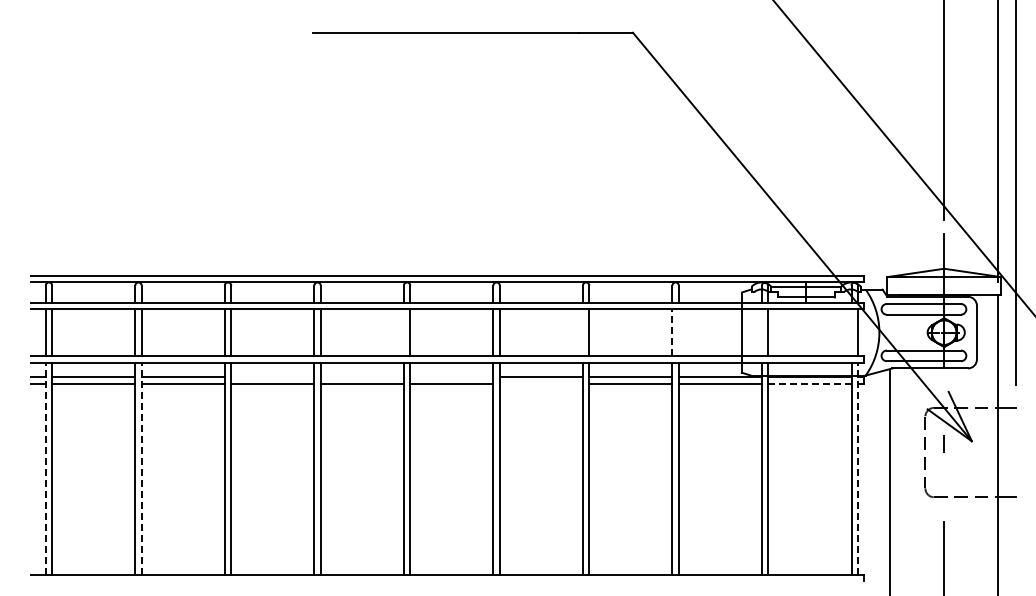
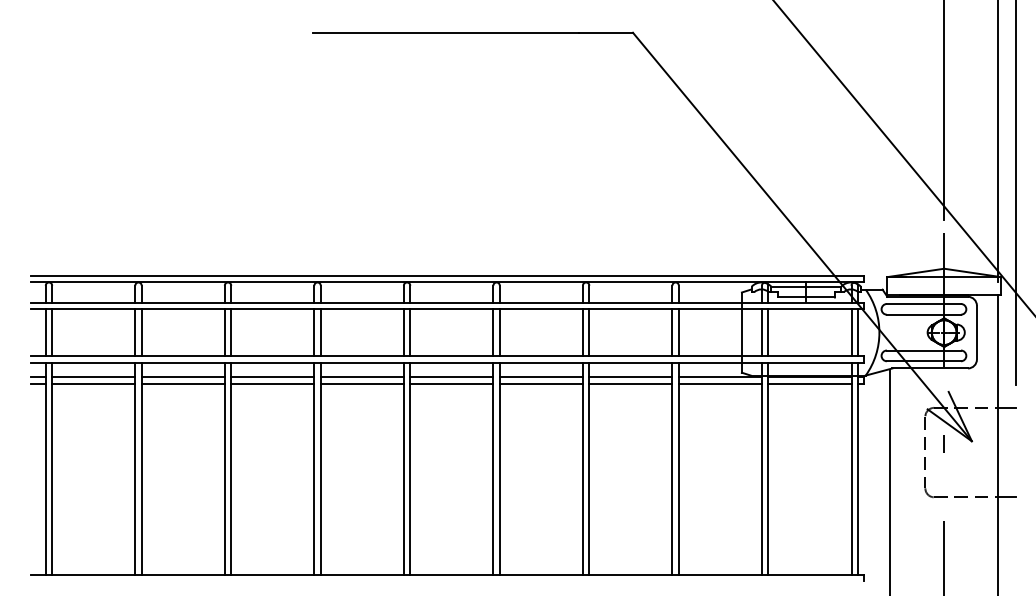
line at (403, 332): none -> present
line at (582, 332): none -> present
line at (672, 332): dashed -> solid
line at (678, 332): none -> present
line at (761, 332): none -> present
line at (851, 332): none -> present
line at (272, 377): none -> present
line at (361, 377): none -> present
line at (451, 377): none -> present
line at (540, 383): none -> present
line at (809, 383): dashed -> solid
line at (45, 468): dashed -> solid
line at (141, 468): dashed -> solid
line at (857, 468): dashed -> solid
